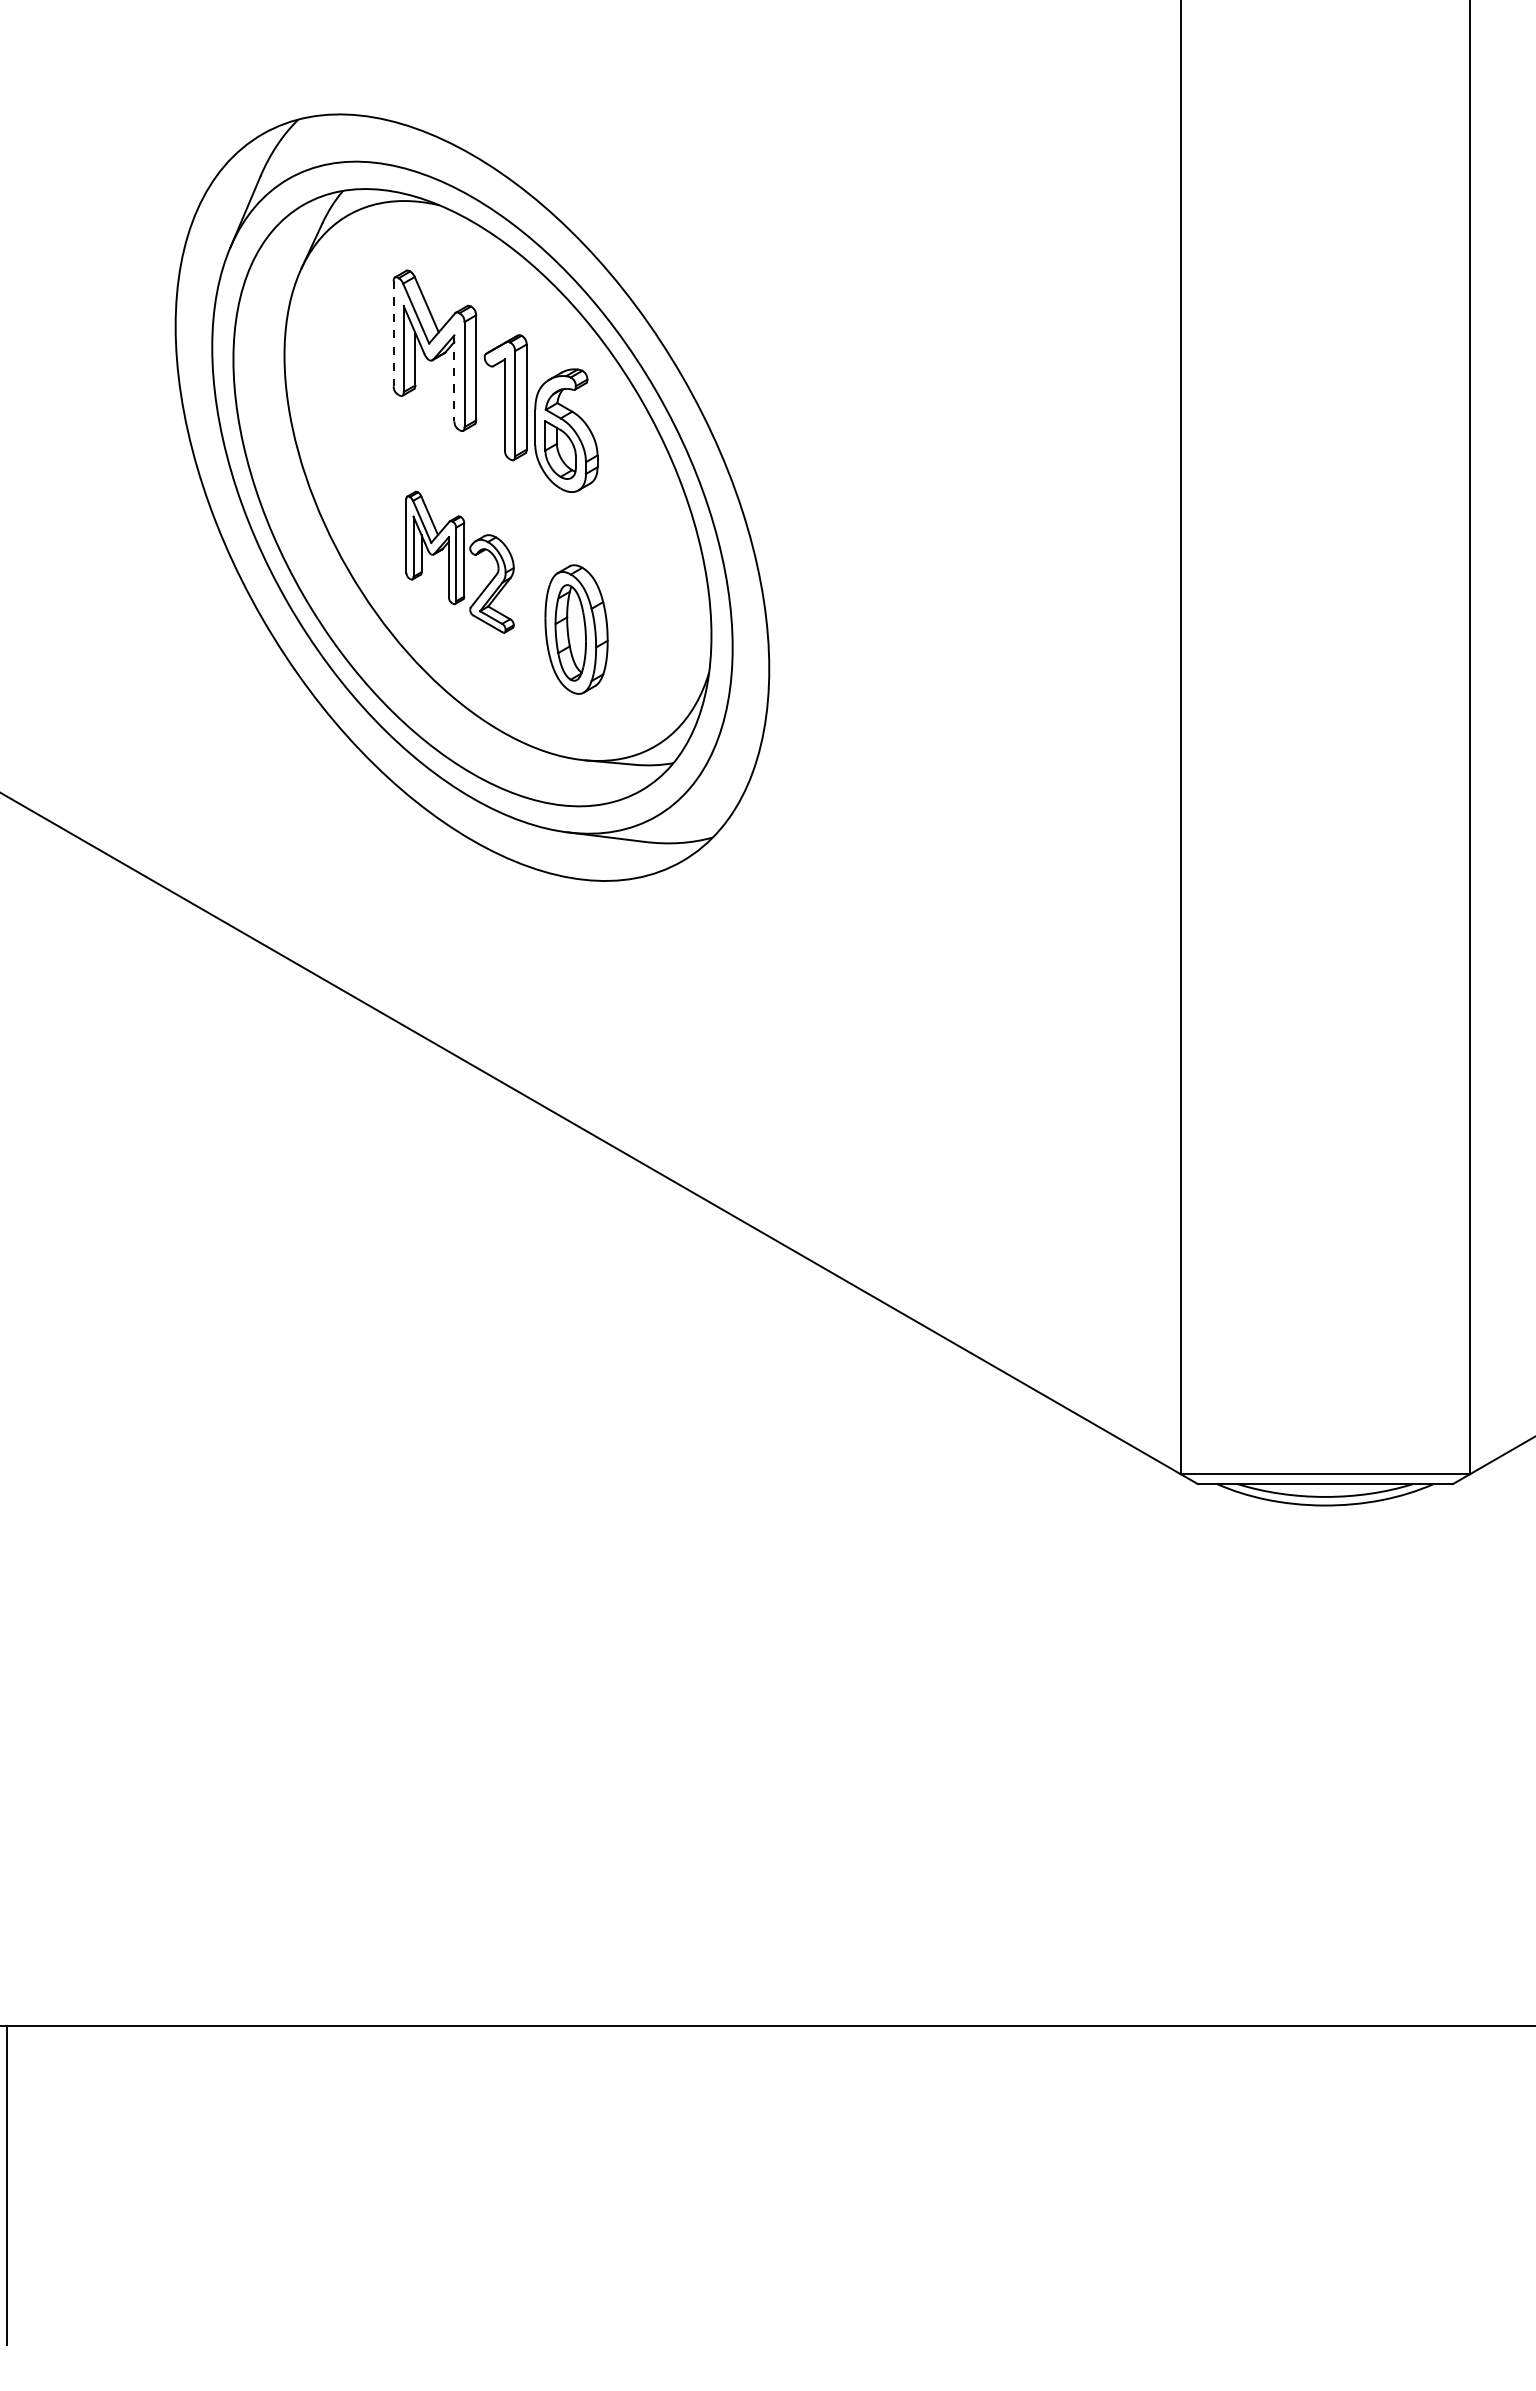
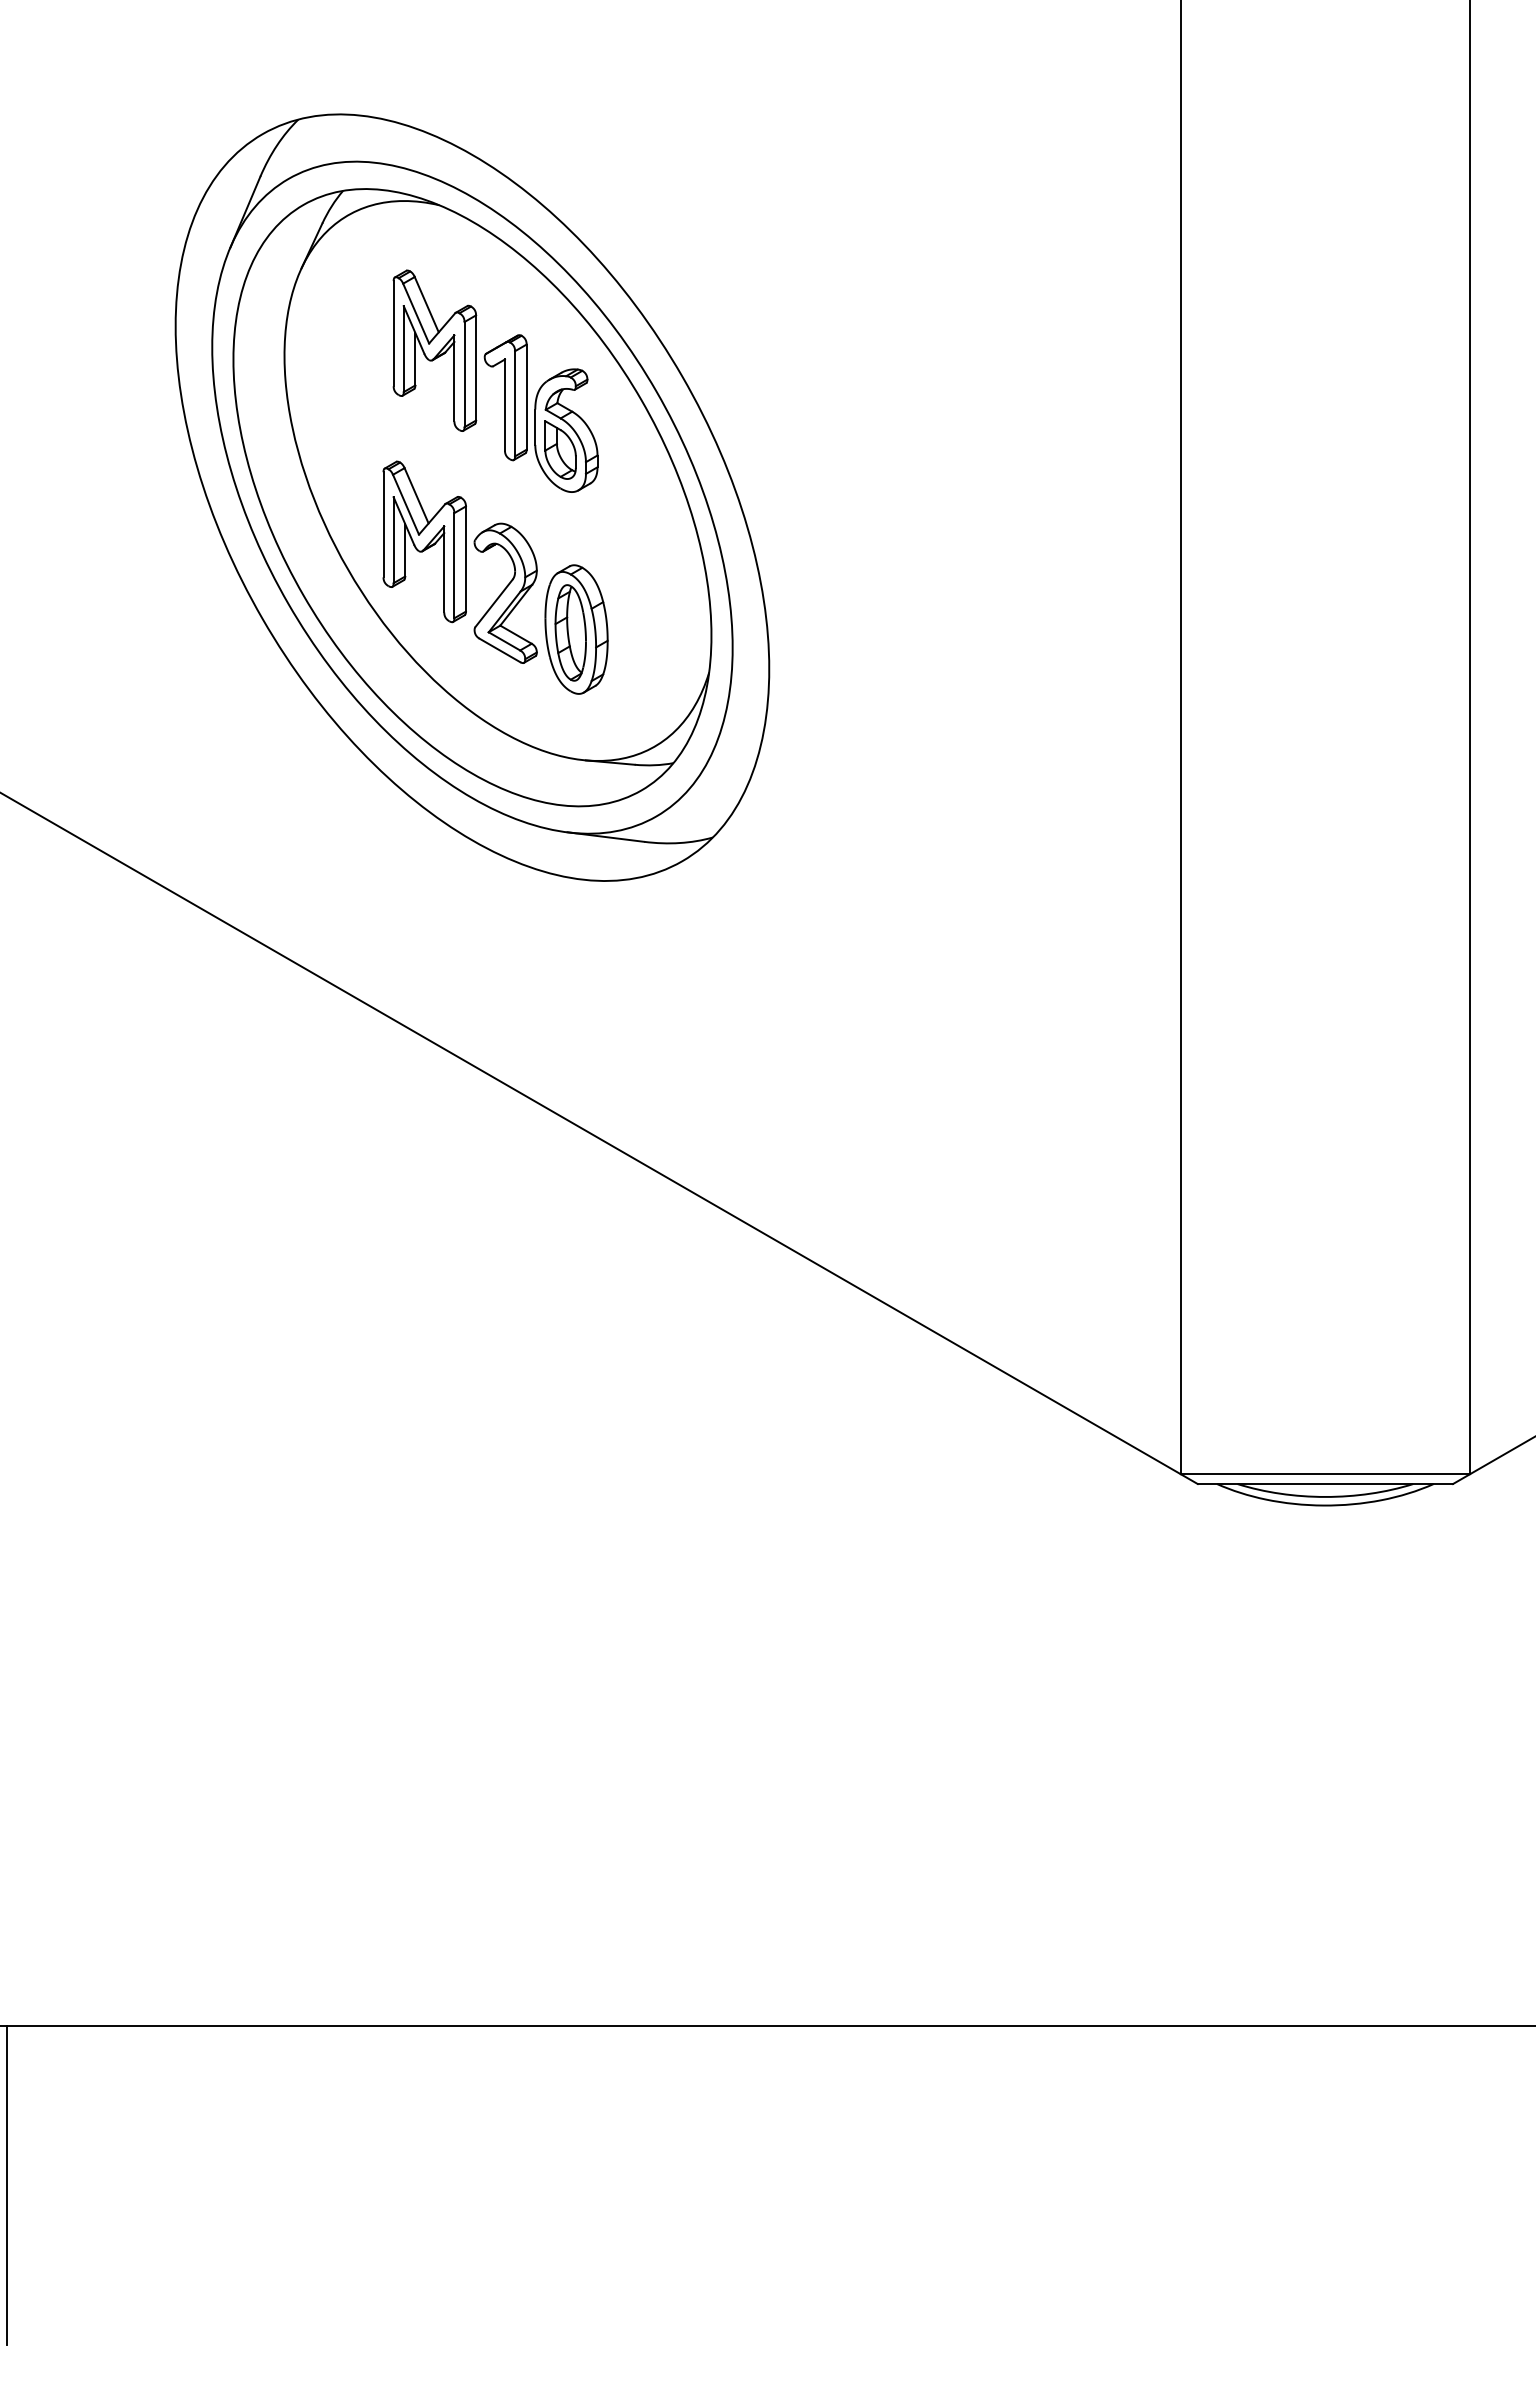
line at (393, 333): dashed -> solid
line at (454, 378): dashed -> solid
part at (459, 561) size: 110x144 px -> 156x204 px
